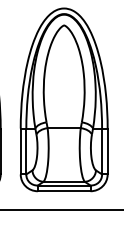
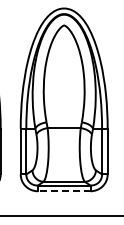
line at (63, 191): solid -> dashed
line at (61, 209) position: (61, 209) -> (61, 215)
